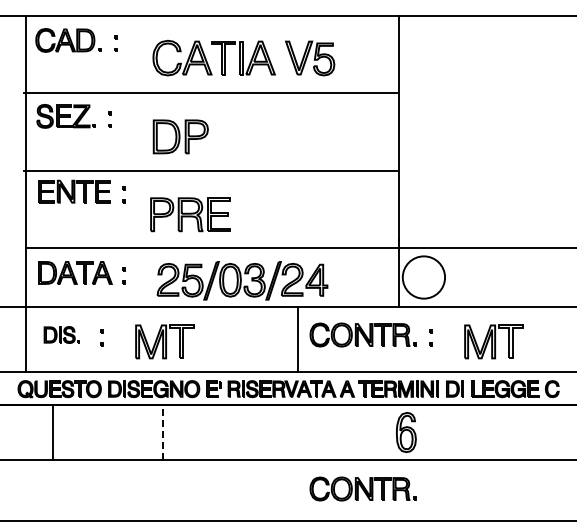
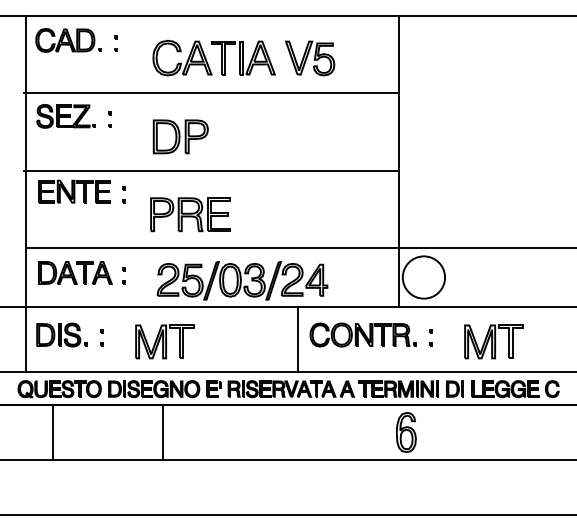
part at (61, 334) size: 37x18 px -> 52x26 px
line at (162, 432): dashed -> solid
part at (362, 488): present -> none
line at (287, 521) position: (287, 521) -> (287, 515)
